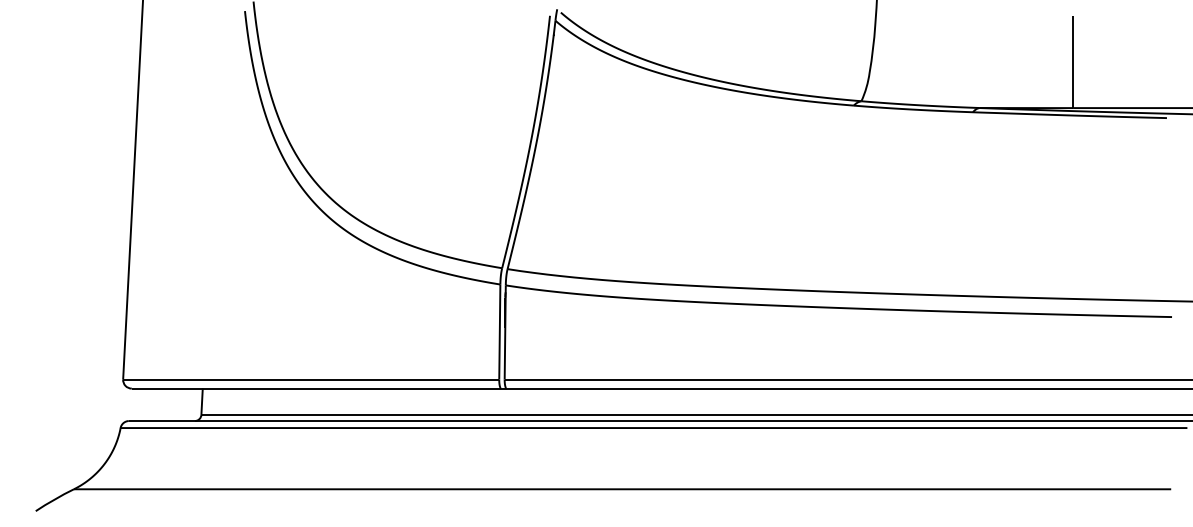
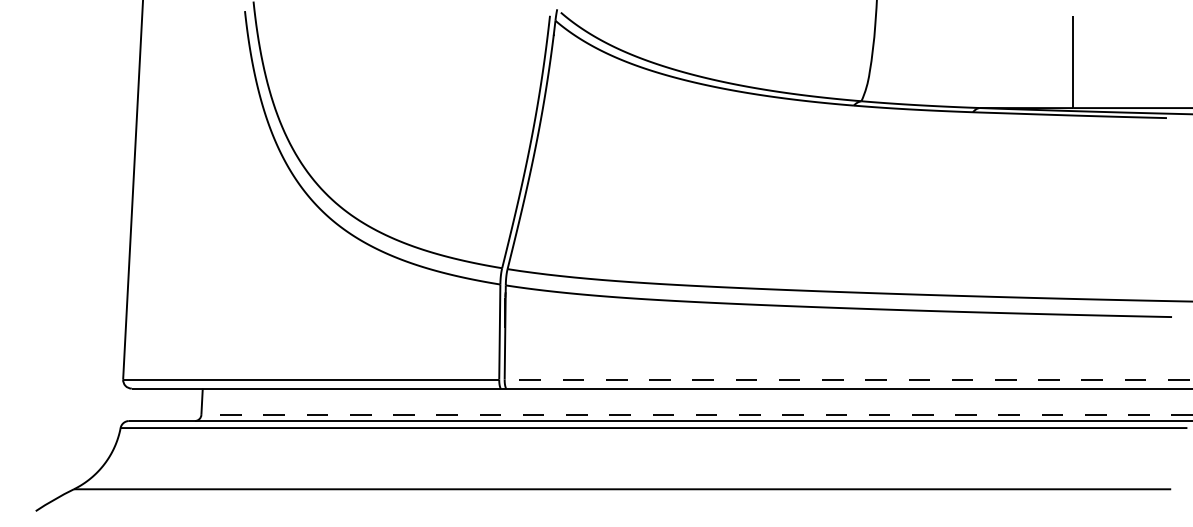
line at (848, 379): solid -> dashed
line at (696, 414): solid -> dashed
